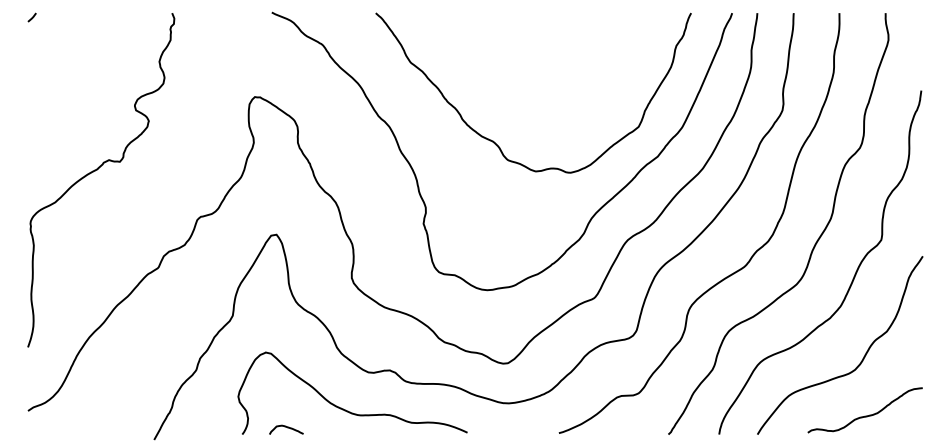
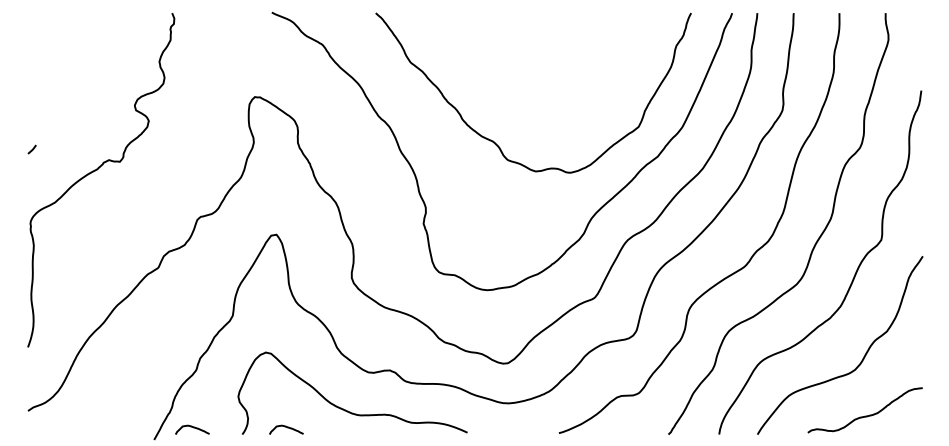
line at (31, 17) position: (31, 17) -> (31, 149)
curve at (193, 428): none -> present
